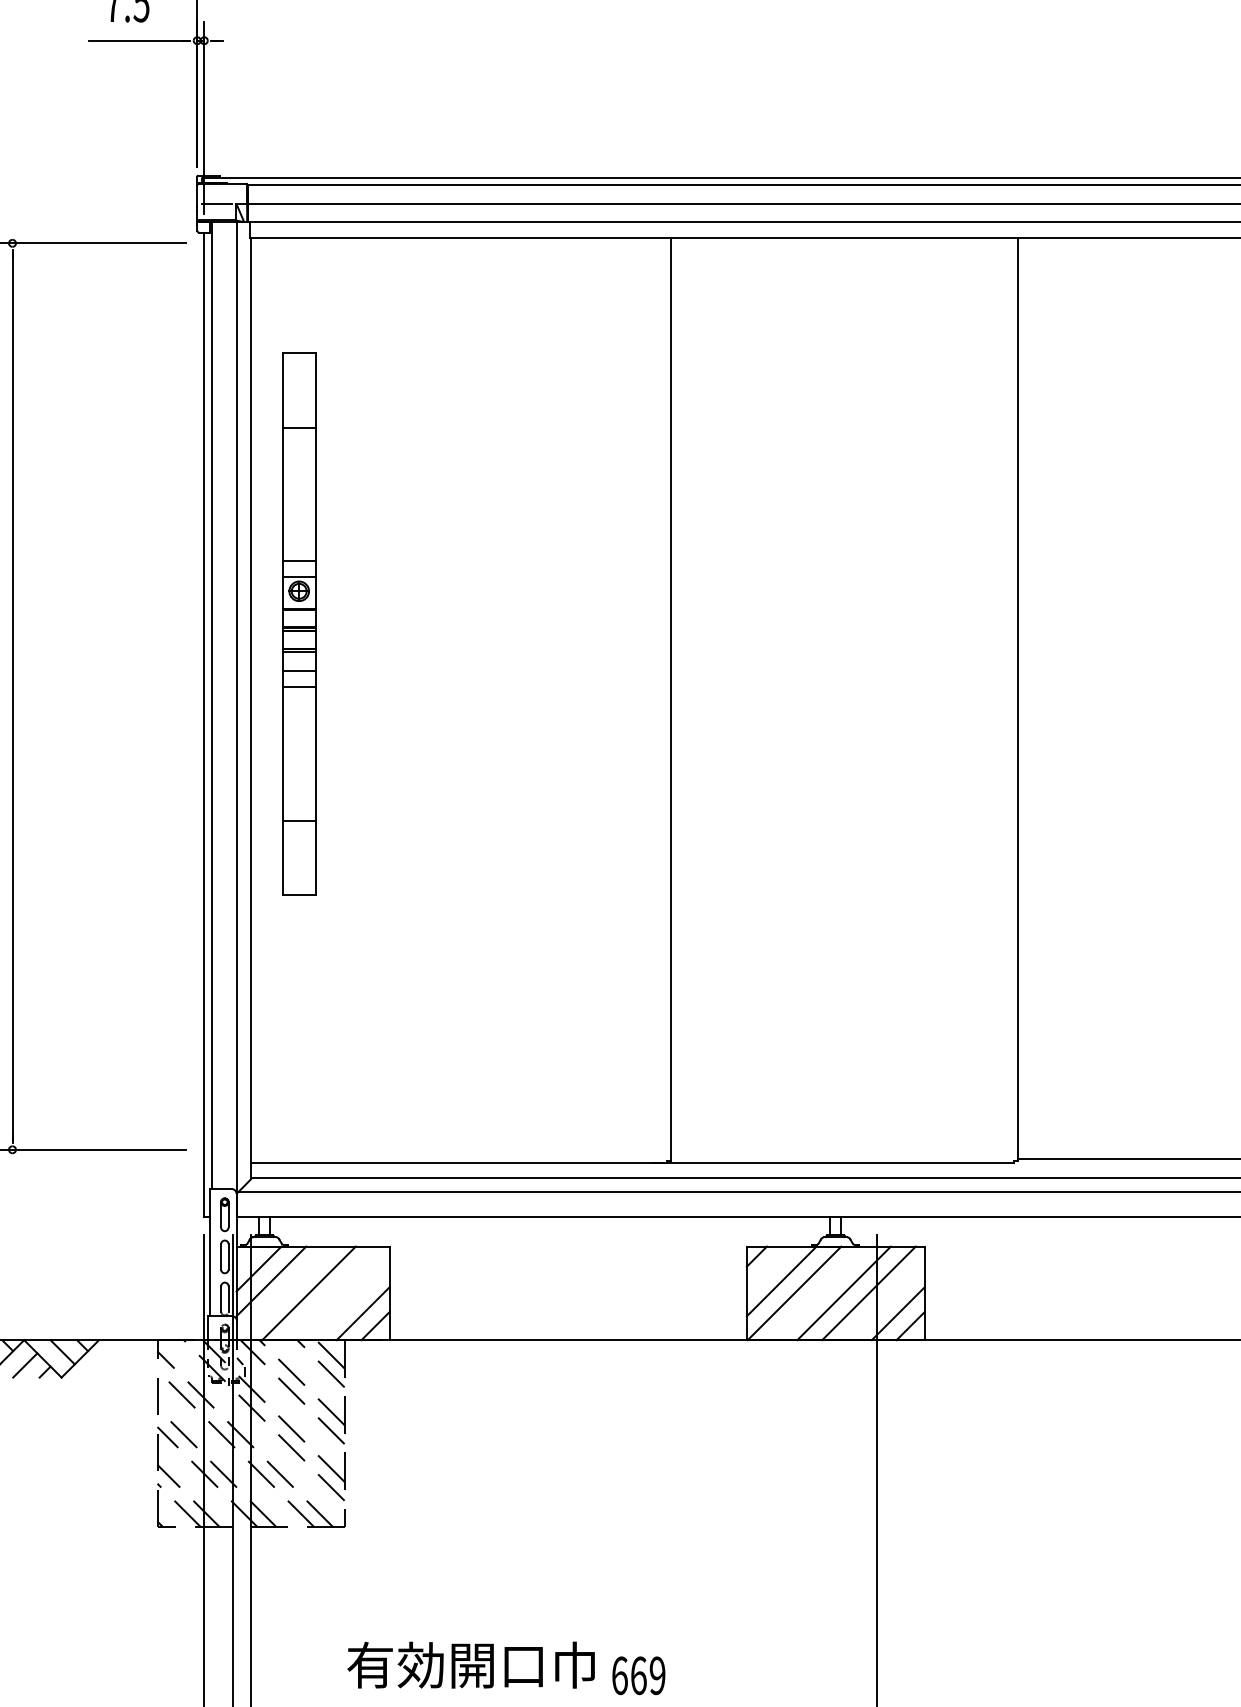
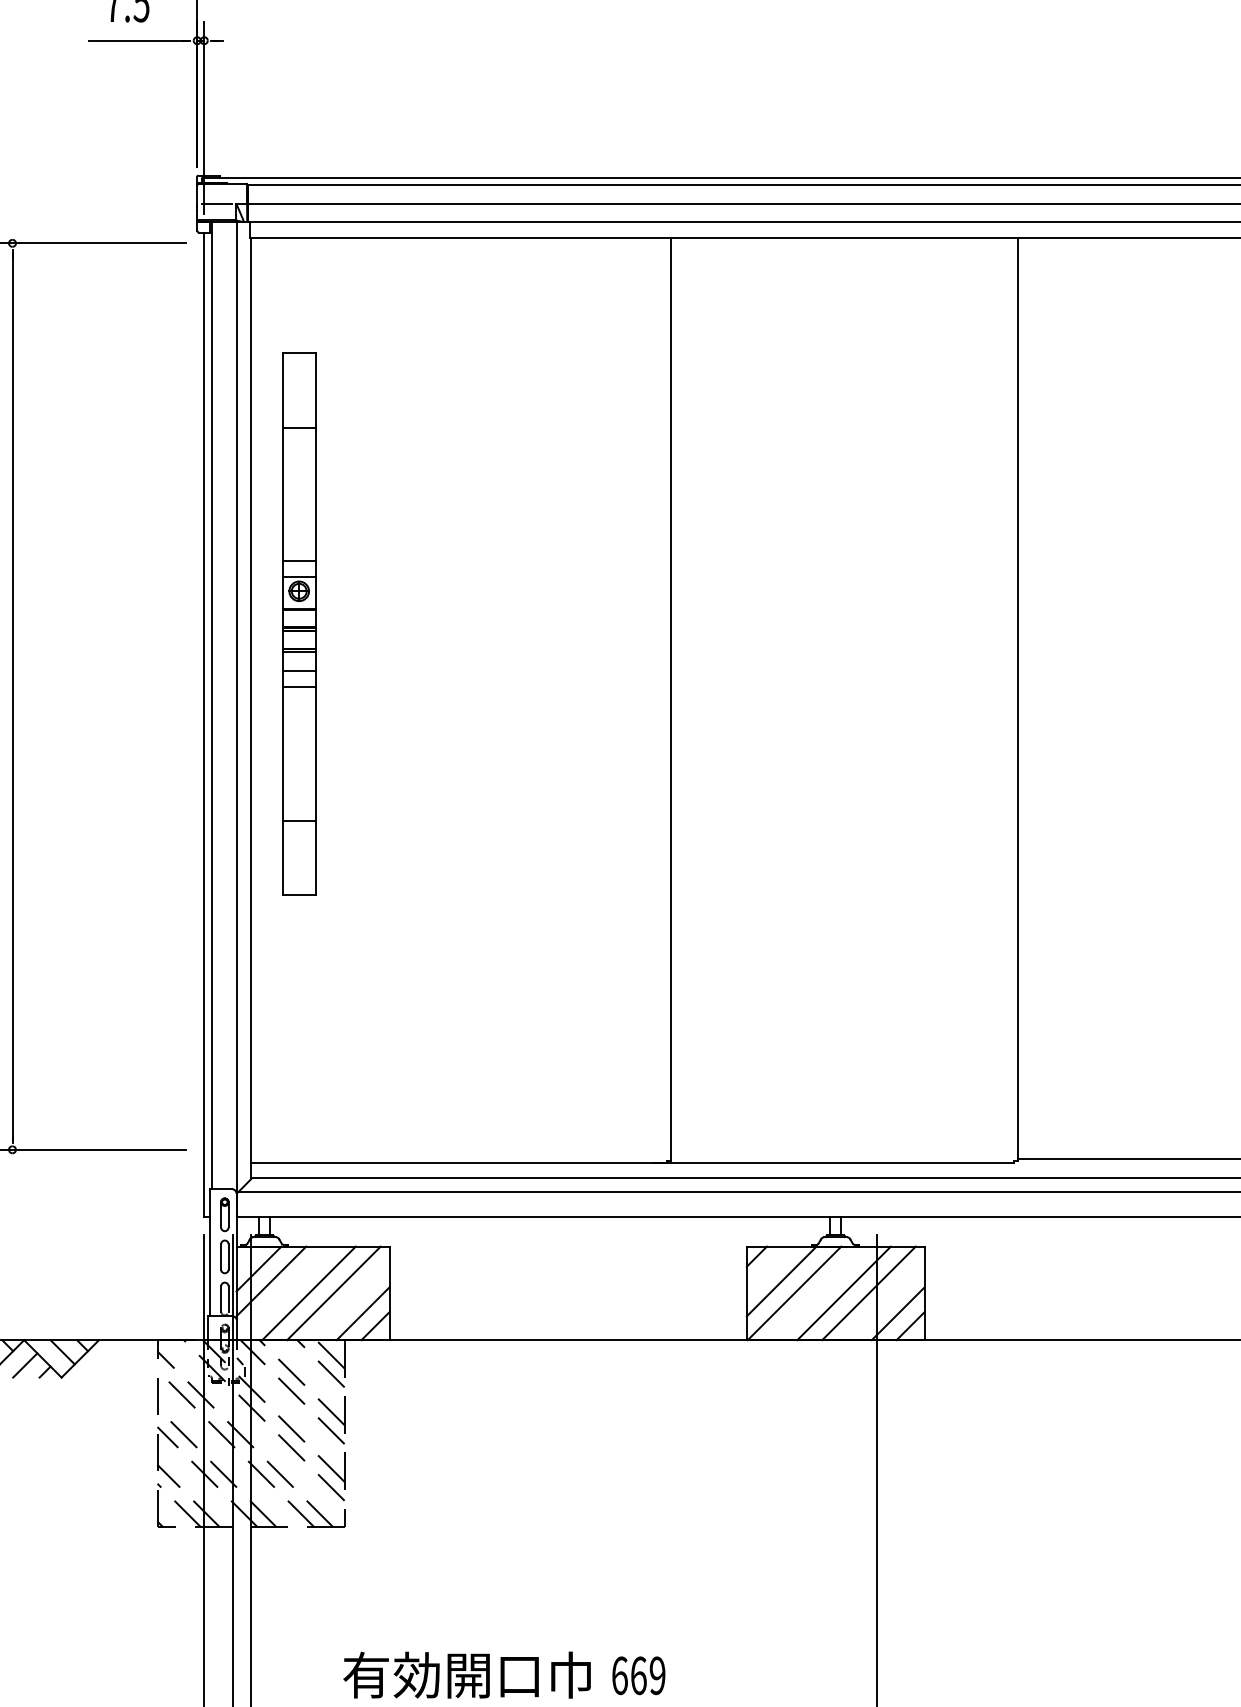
line at (333, 1293): none -> present
text at (470, 1664) position: (470, 1664) -> (466, 1674)
